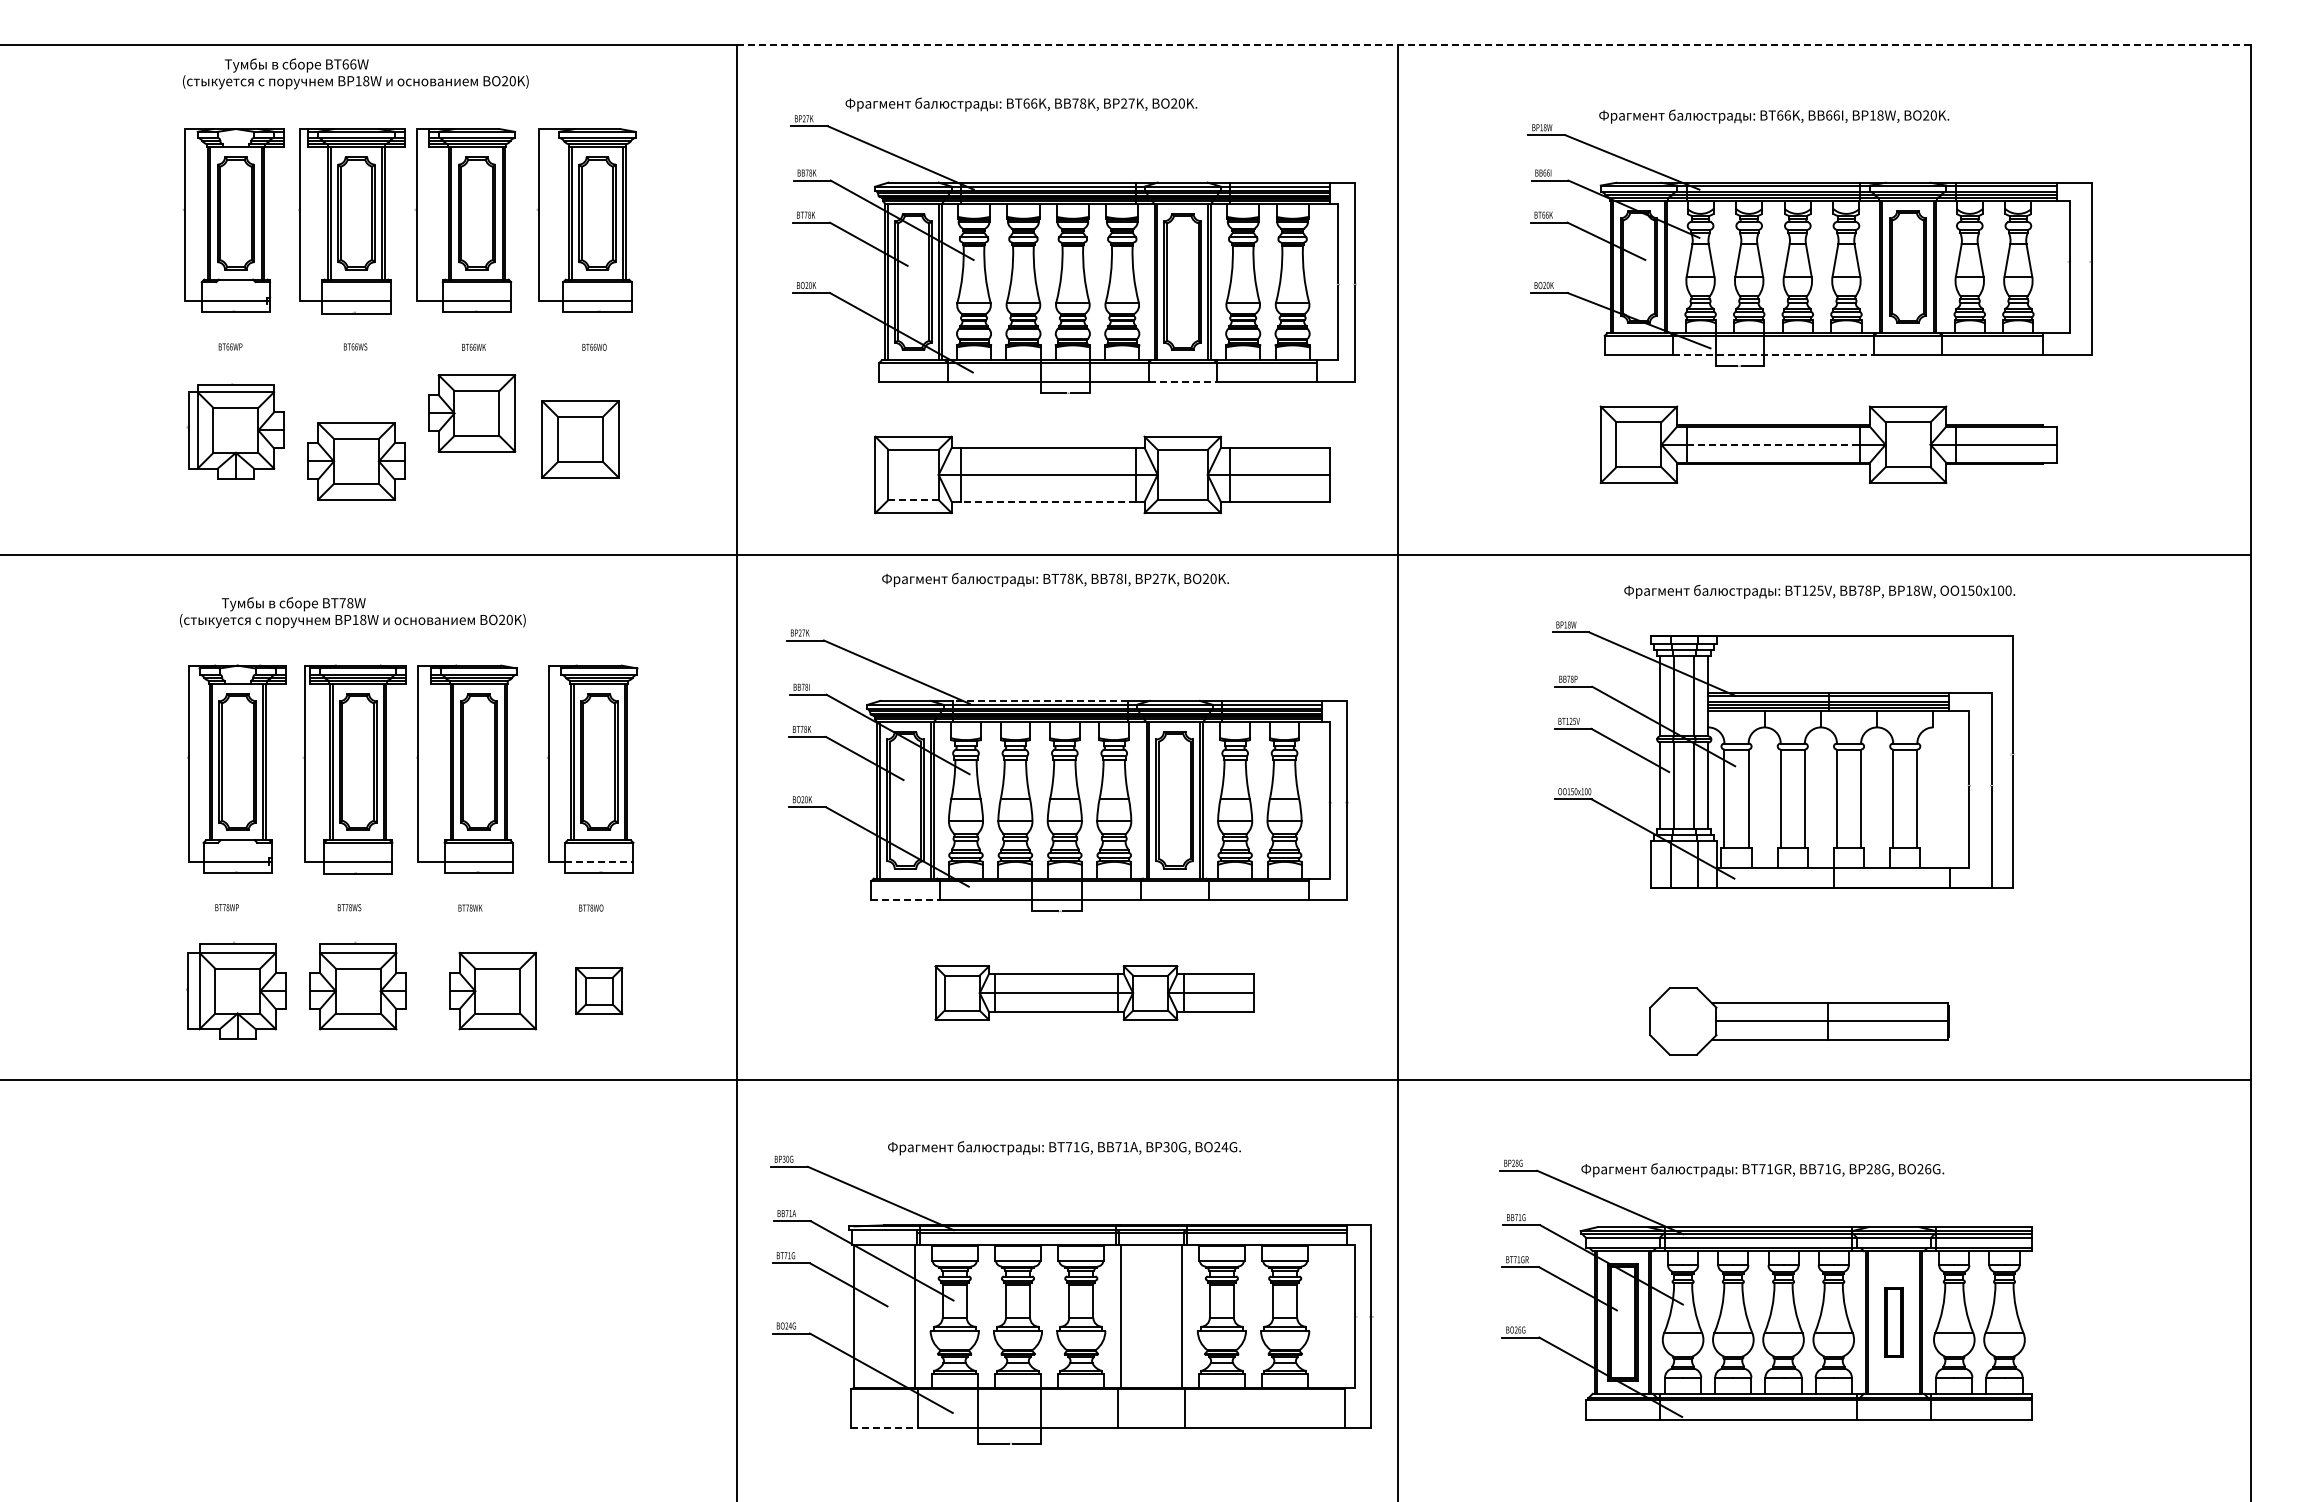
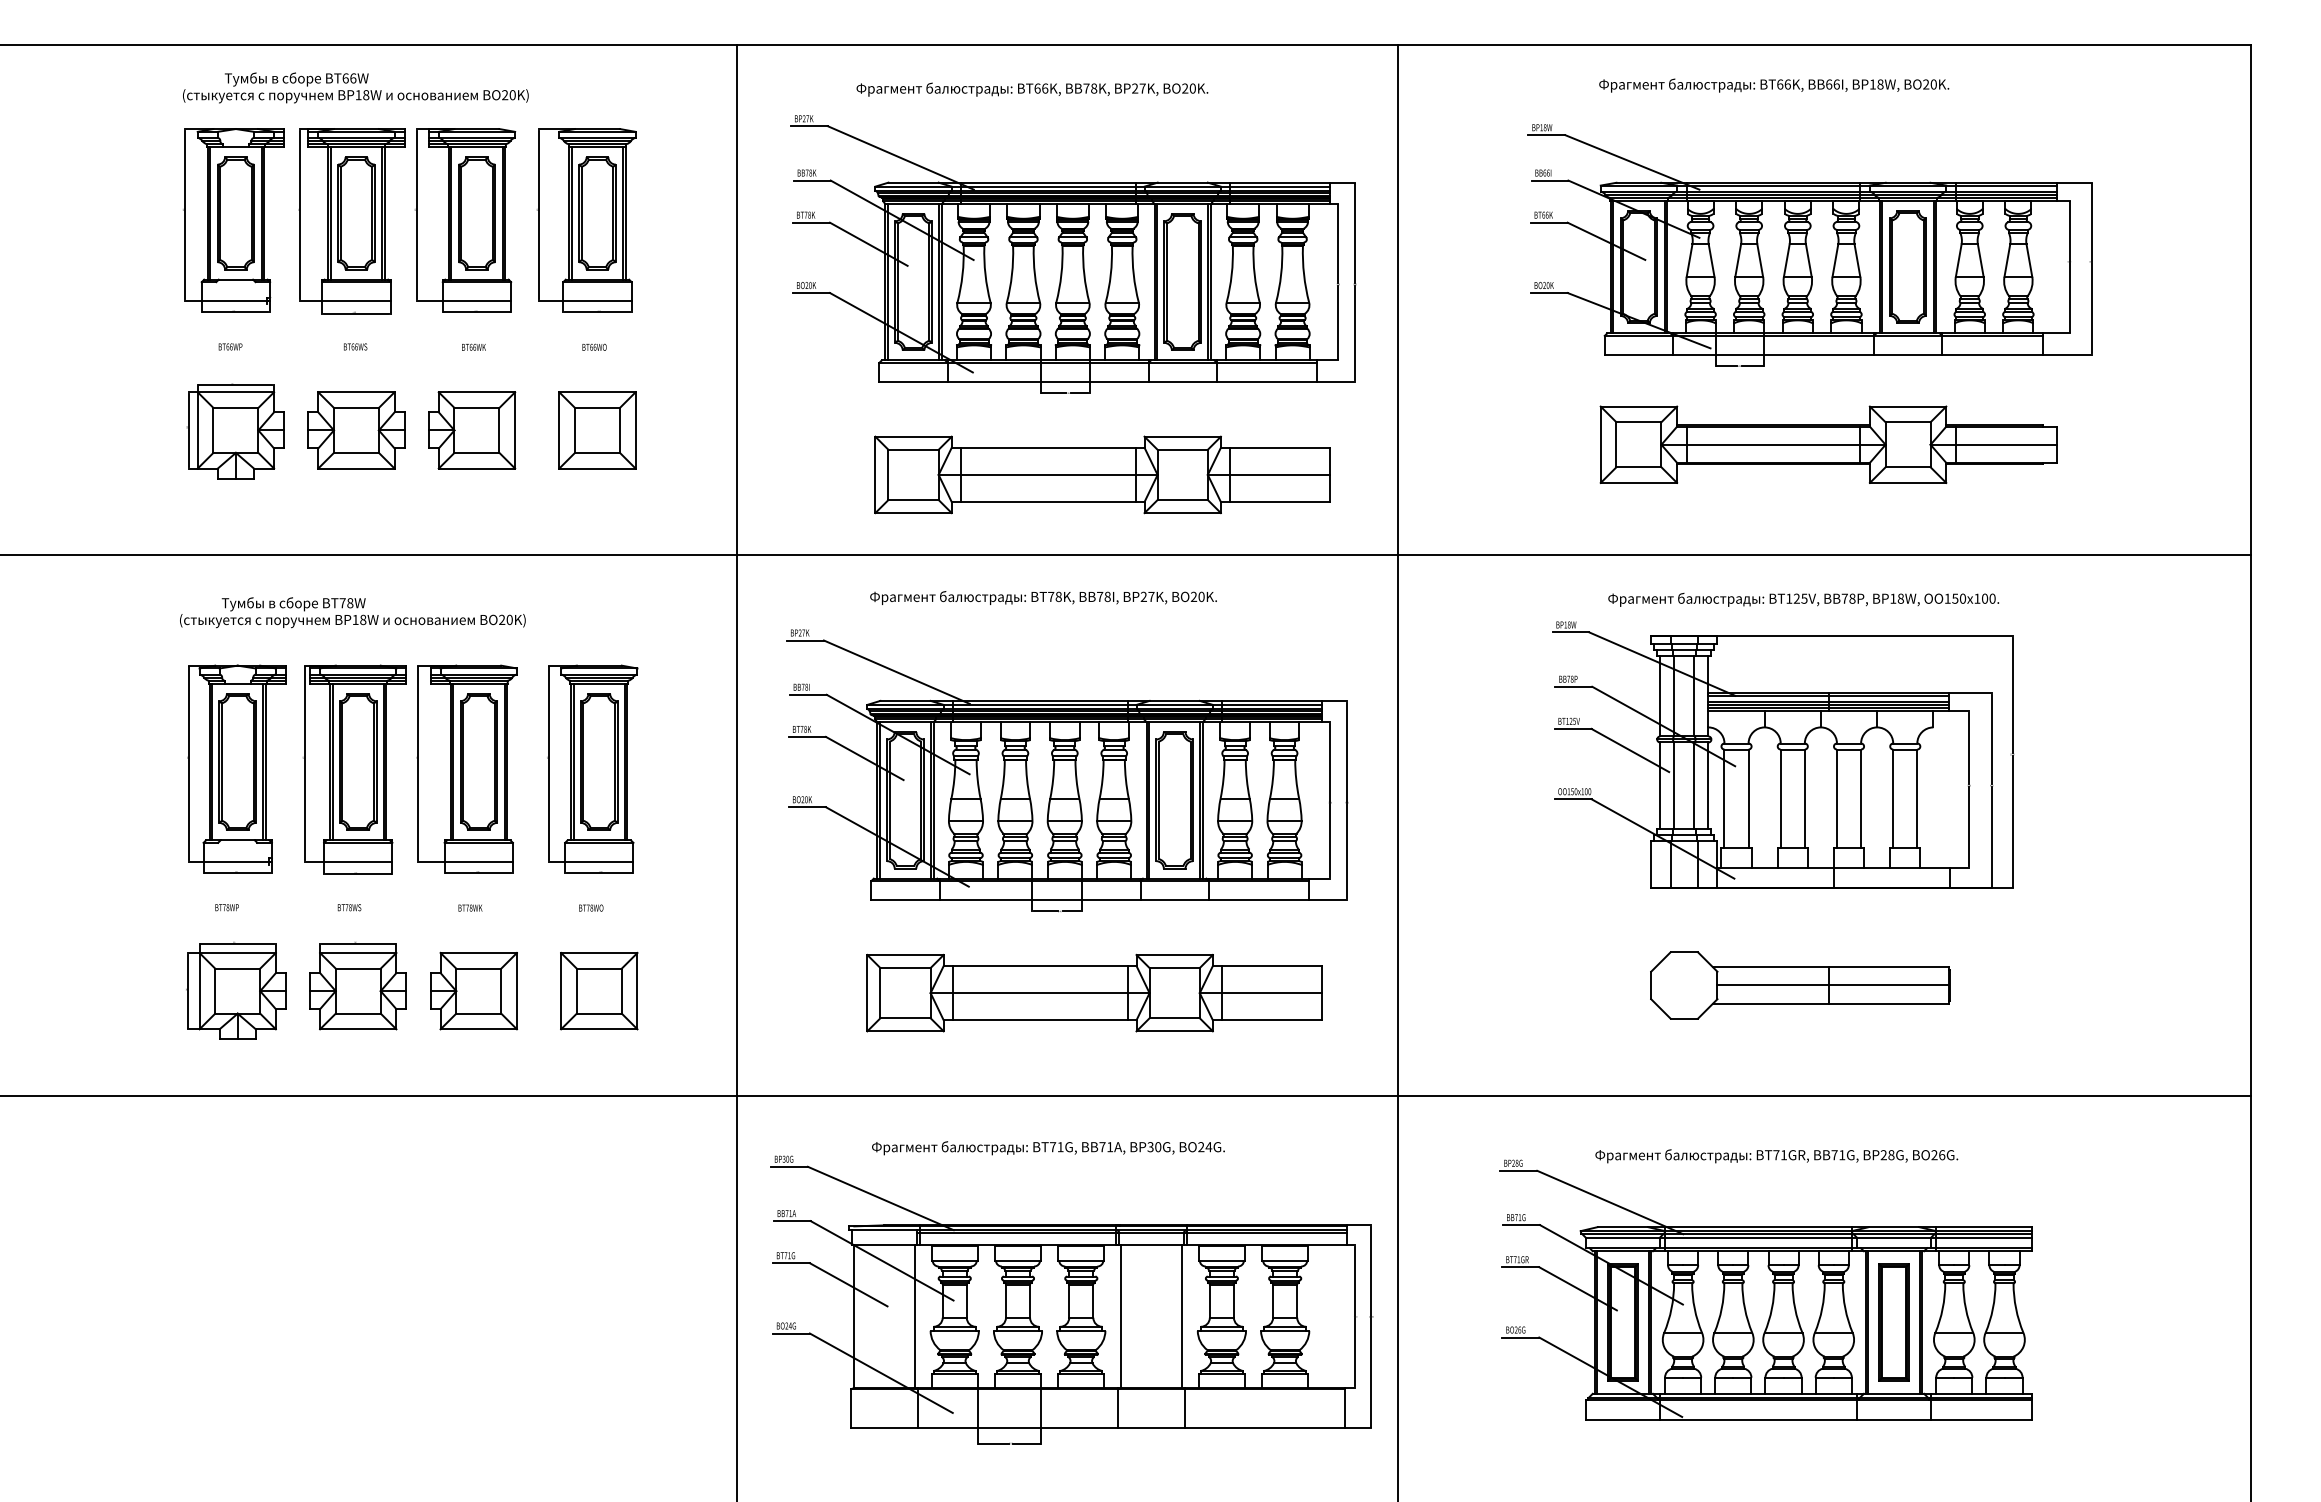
line at (1494, 45): dashed -> solid
text at (355, 73) position: (355, 73) -> (355, 87)
text at (1021, 104) position: (1021, 104) -> (1032, 89)
text at (1774, 116) position: (1774, 116) -> (1774, 85)
line at (1774, 354): dashed -> solid
line at (1183, 381): dashed -> solid
part at (472, 413) position: (472, 413) -> (472, 430)
part at (580, 439) position: (580, 439) -> (597, 430)
line at (1774, 444): dashed -> solid
part at (356, 461) position: (356, 461) -> (356, 430)
line at (914, 500): dashed -> solid
line at (1047, 502): dashed -> solid
text at (1055, 579) position: (1055, 579) -> (1043, 597)
text at (1819, 591) position: (1819, 591) -> (1803, 599)
line at (1039, 700): dashed -> solid
line at (599, 861): dashed -> solid
line at (906, 899): dashed -> solid
part at (492, 990) position: (492, 990) -> (473, 990)
part at (599, 990) size: 49x48 px -> 79x80 px
part at (1094, 992) size: 321x56 px -> 457x80 px
part at (1799, 1021) position: (1799, 1021) -> (1800, 985)
line at (1126, 1079) position: (1126, 1079) -> (1126, 1095)
text at (1064, 1148) position: (1064, 1148) -> (1048, 1148)
text at (1762, 1170) position: (1762, 1170) -> (1776, 1156)
part at (1893, 1322) size: 20x71 px -> 32x119 px
line at (884, 1428): dashed -> solid
